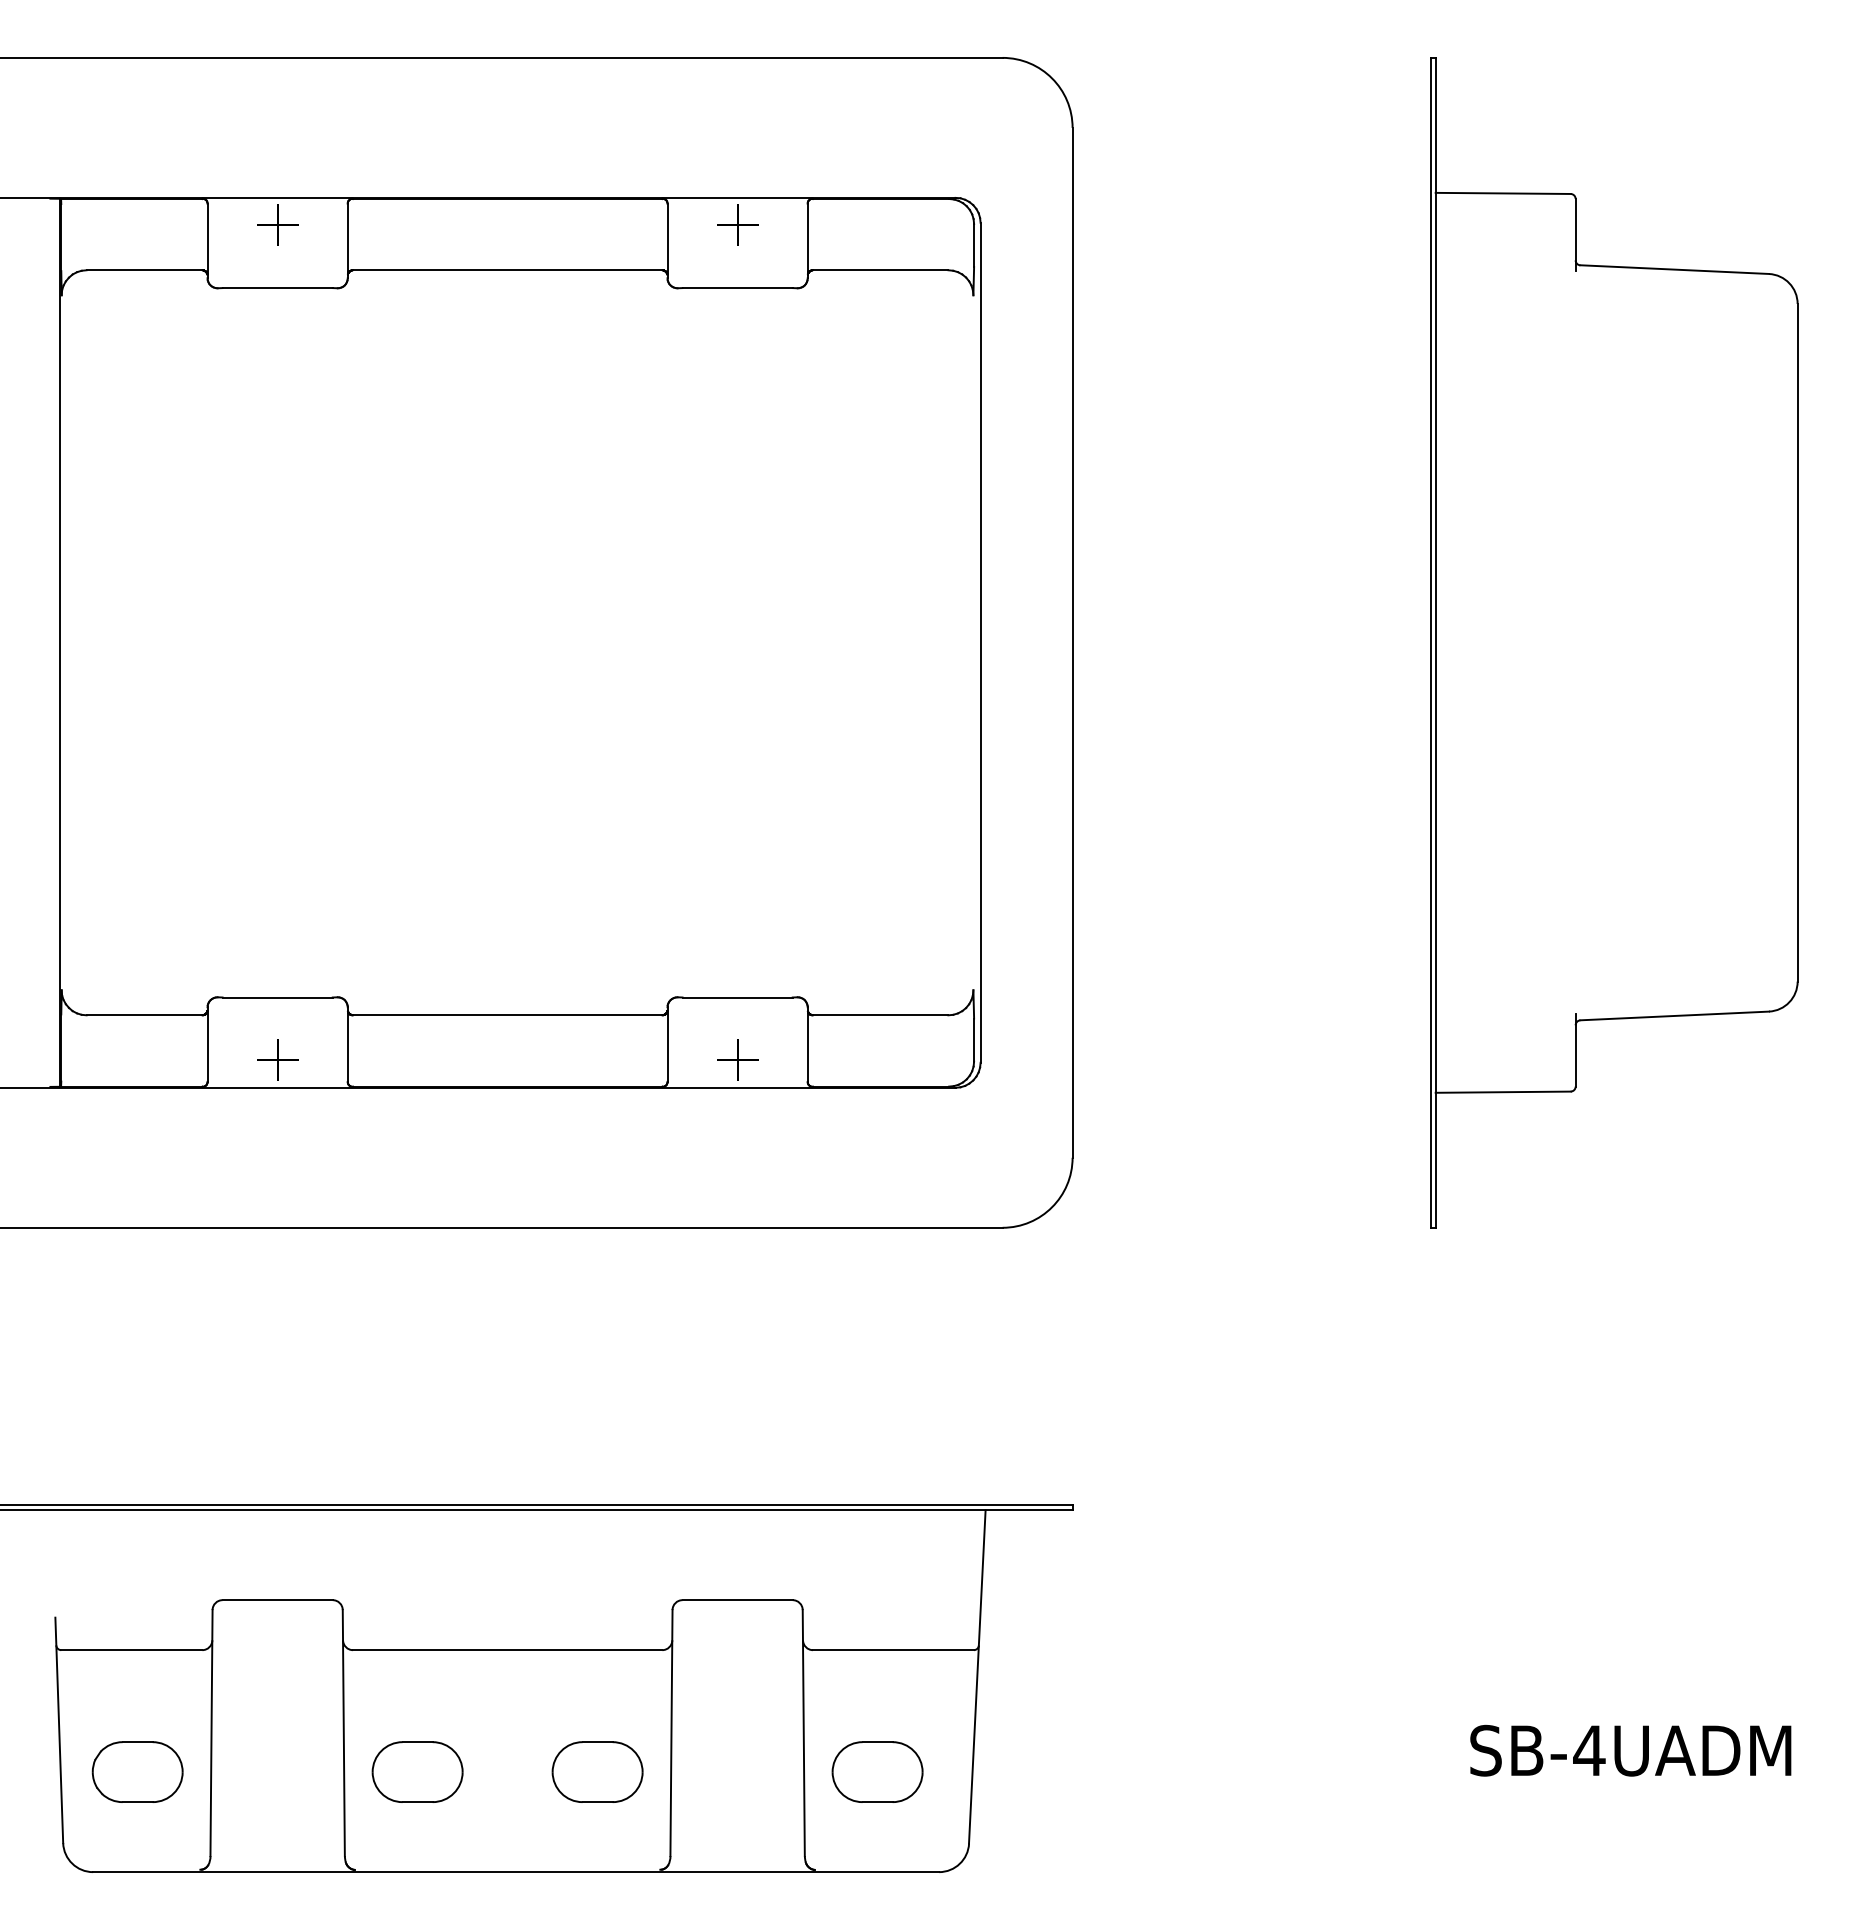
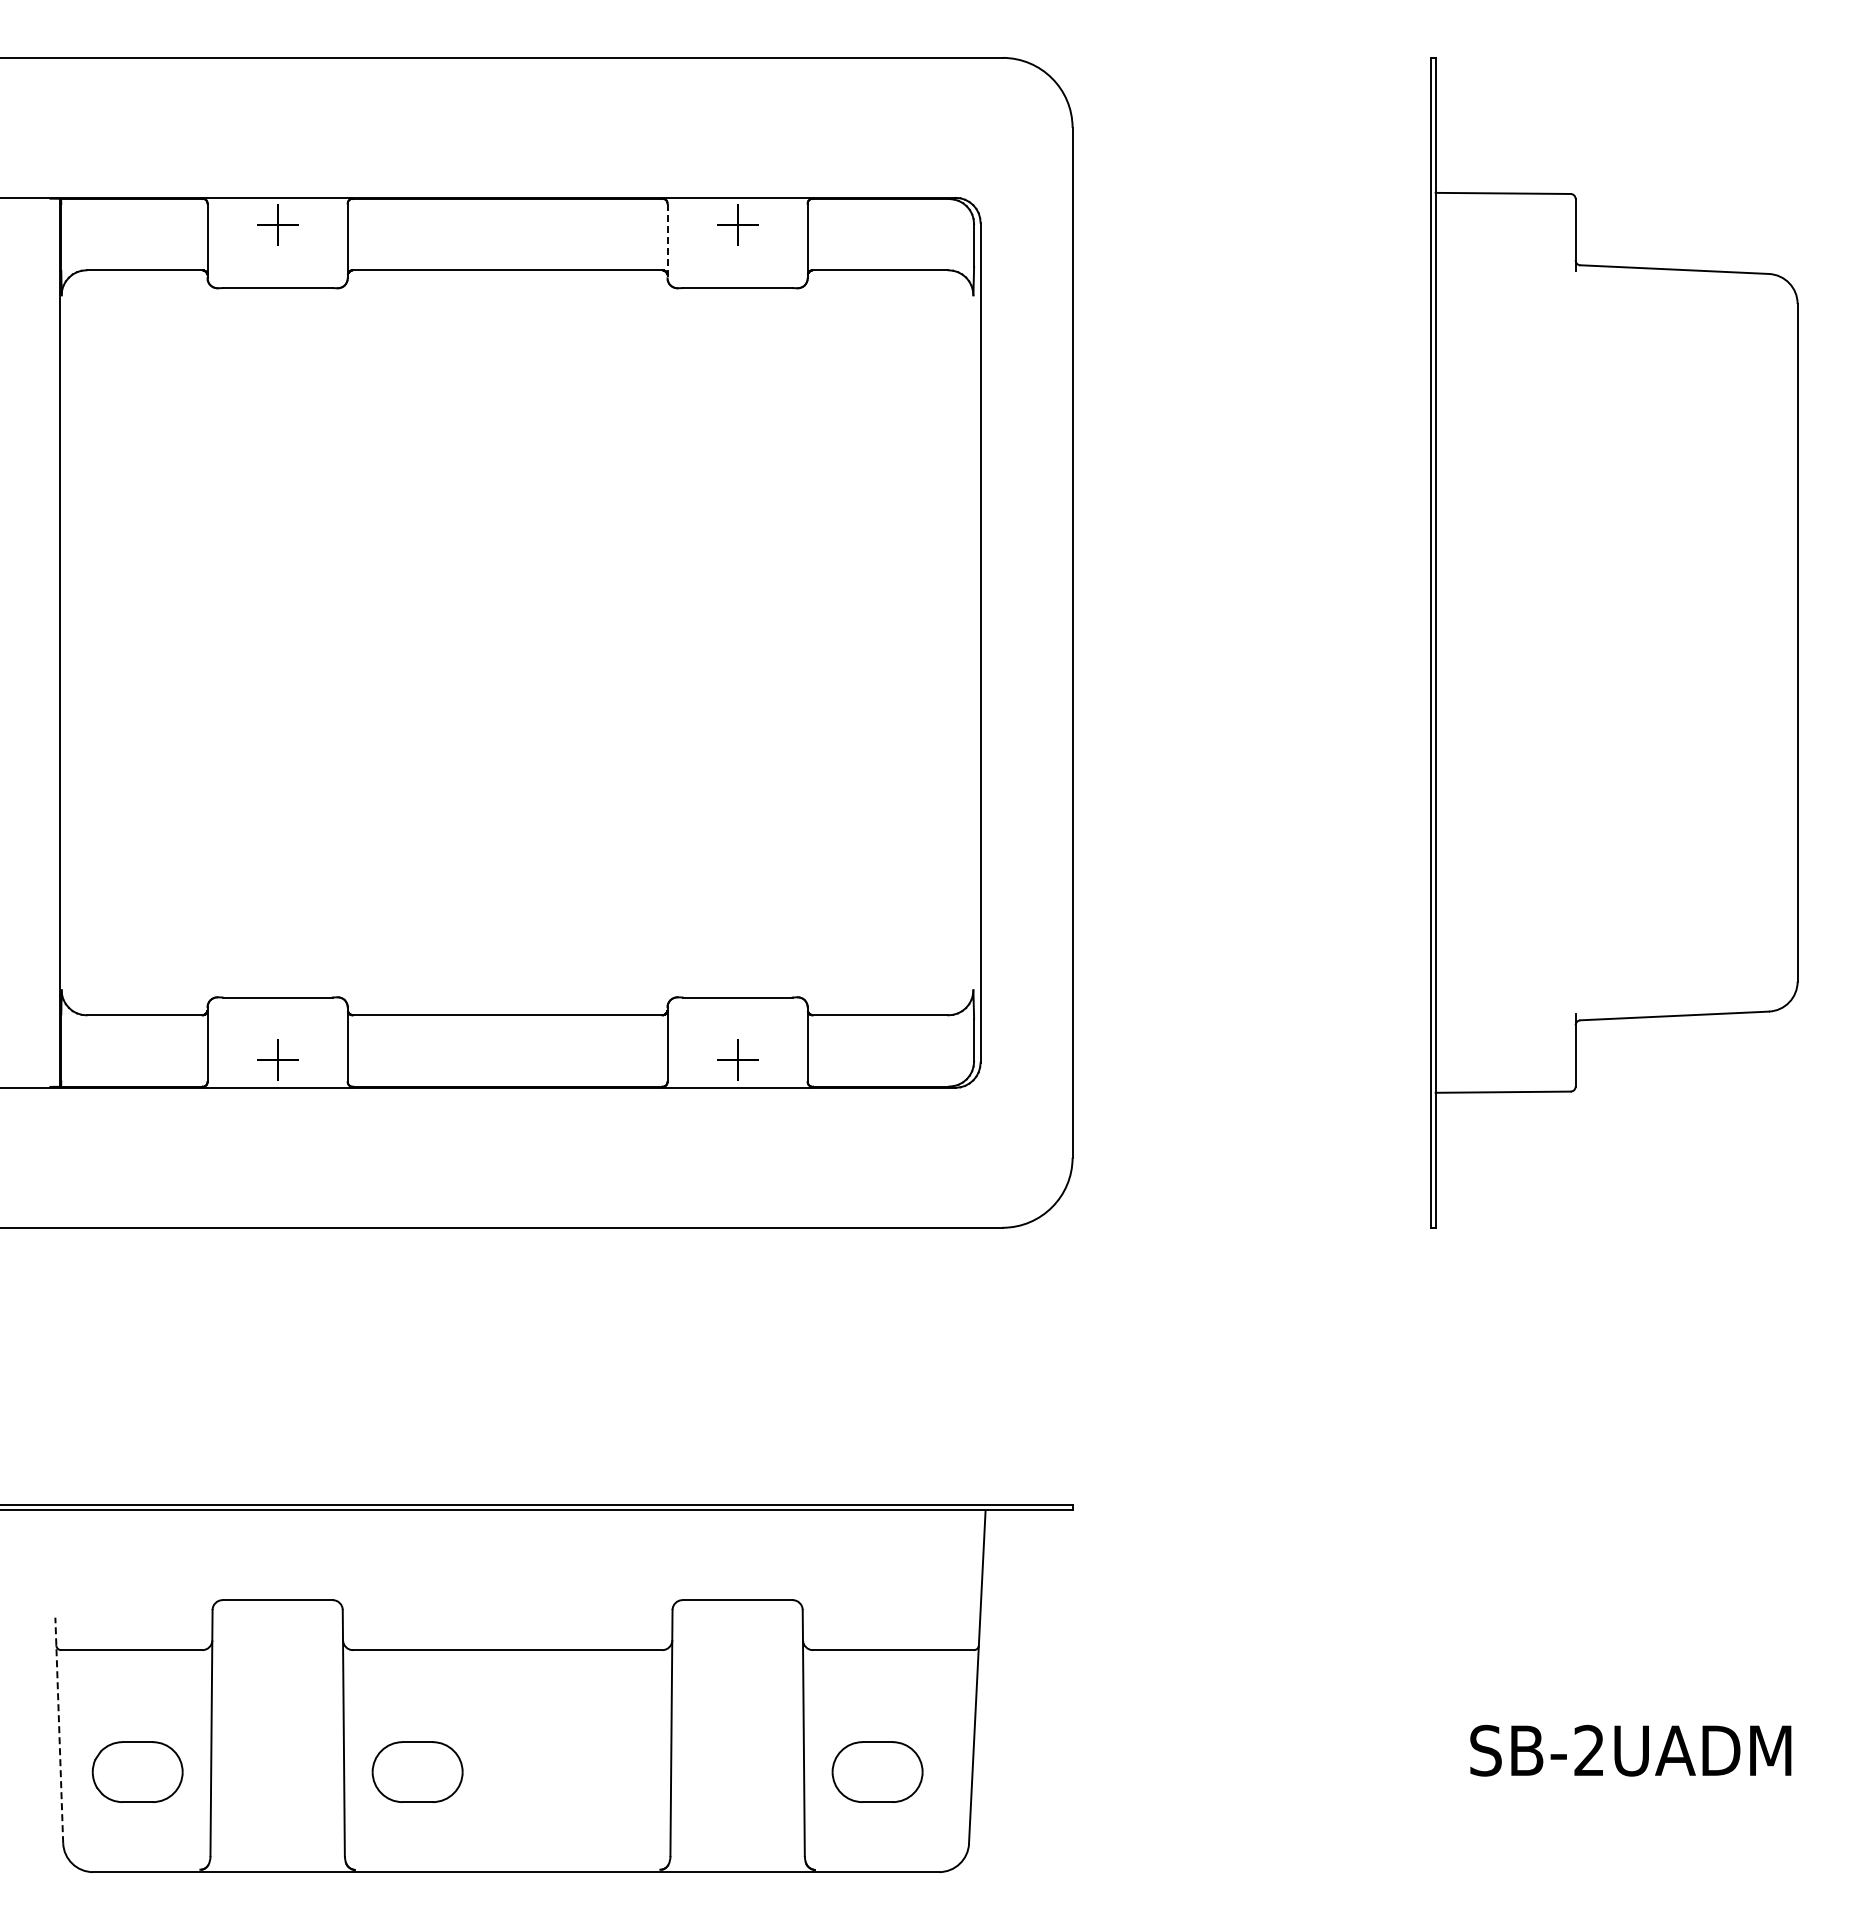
line at (667, 241): solid -> dashed
line at (59, 1730): solid -> dashed
text at (1589, 1749): SB-4UADM -> SB-2UADM
part at (597, 1771): present -> none
